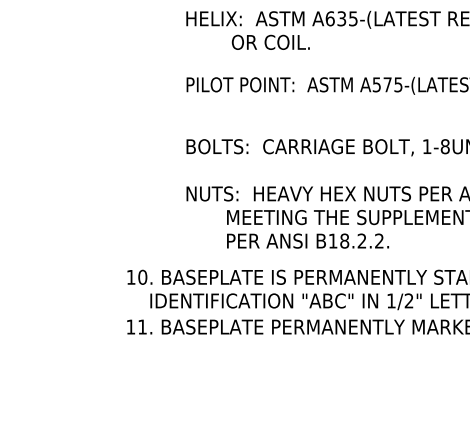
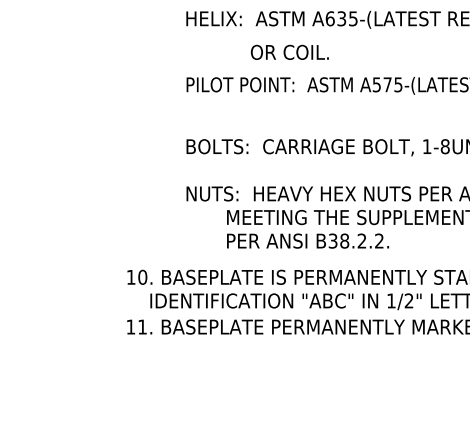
text at (270, 41) position: (270, 41) -> (289, 51)
text at (332, 240): B18.2.2. -> B38.2.2.
